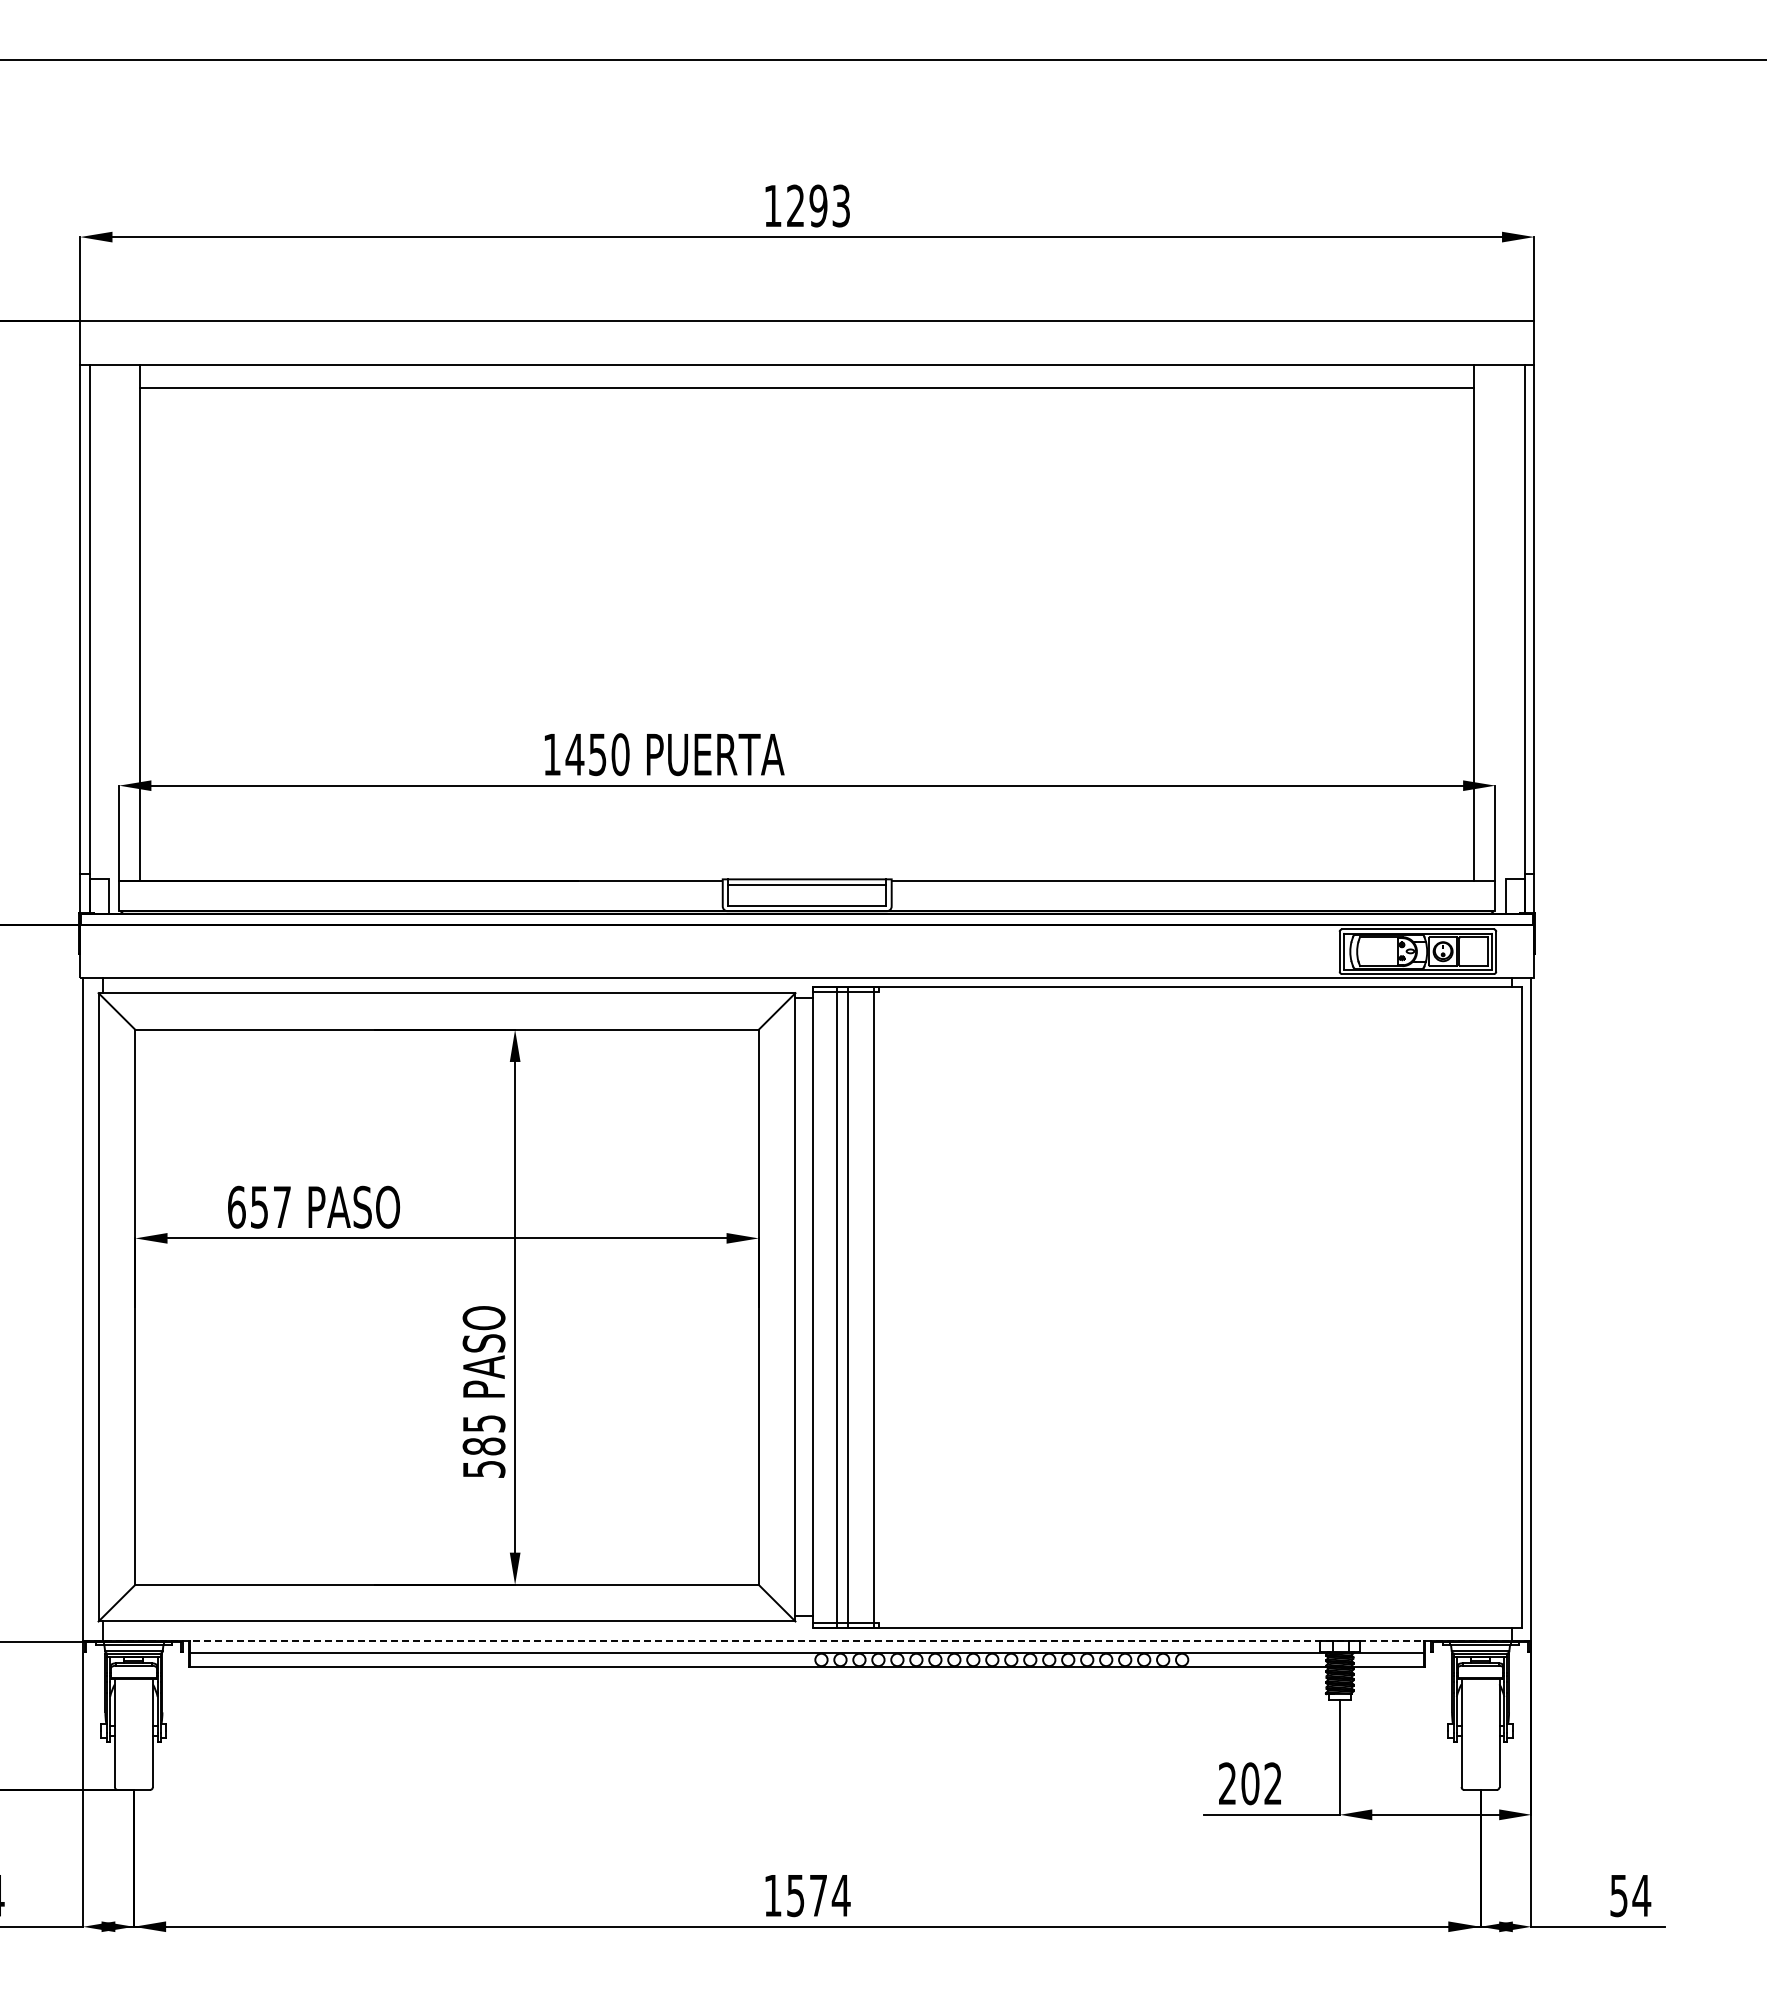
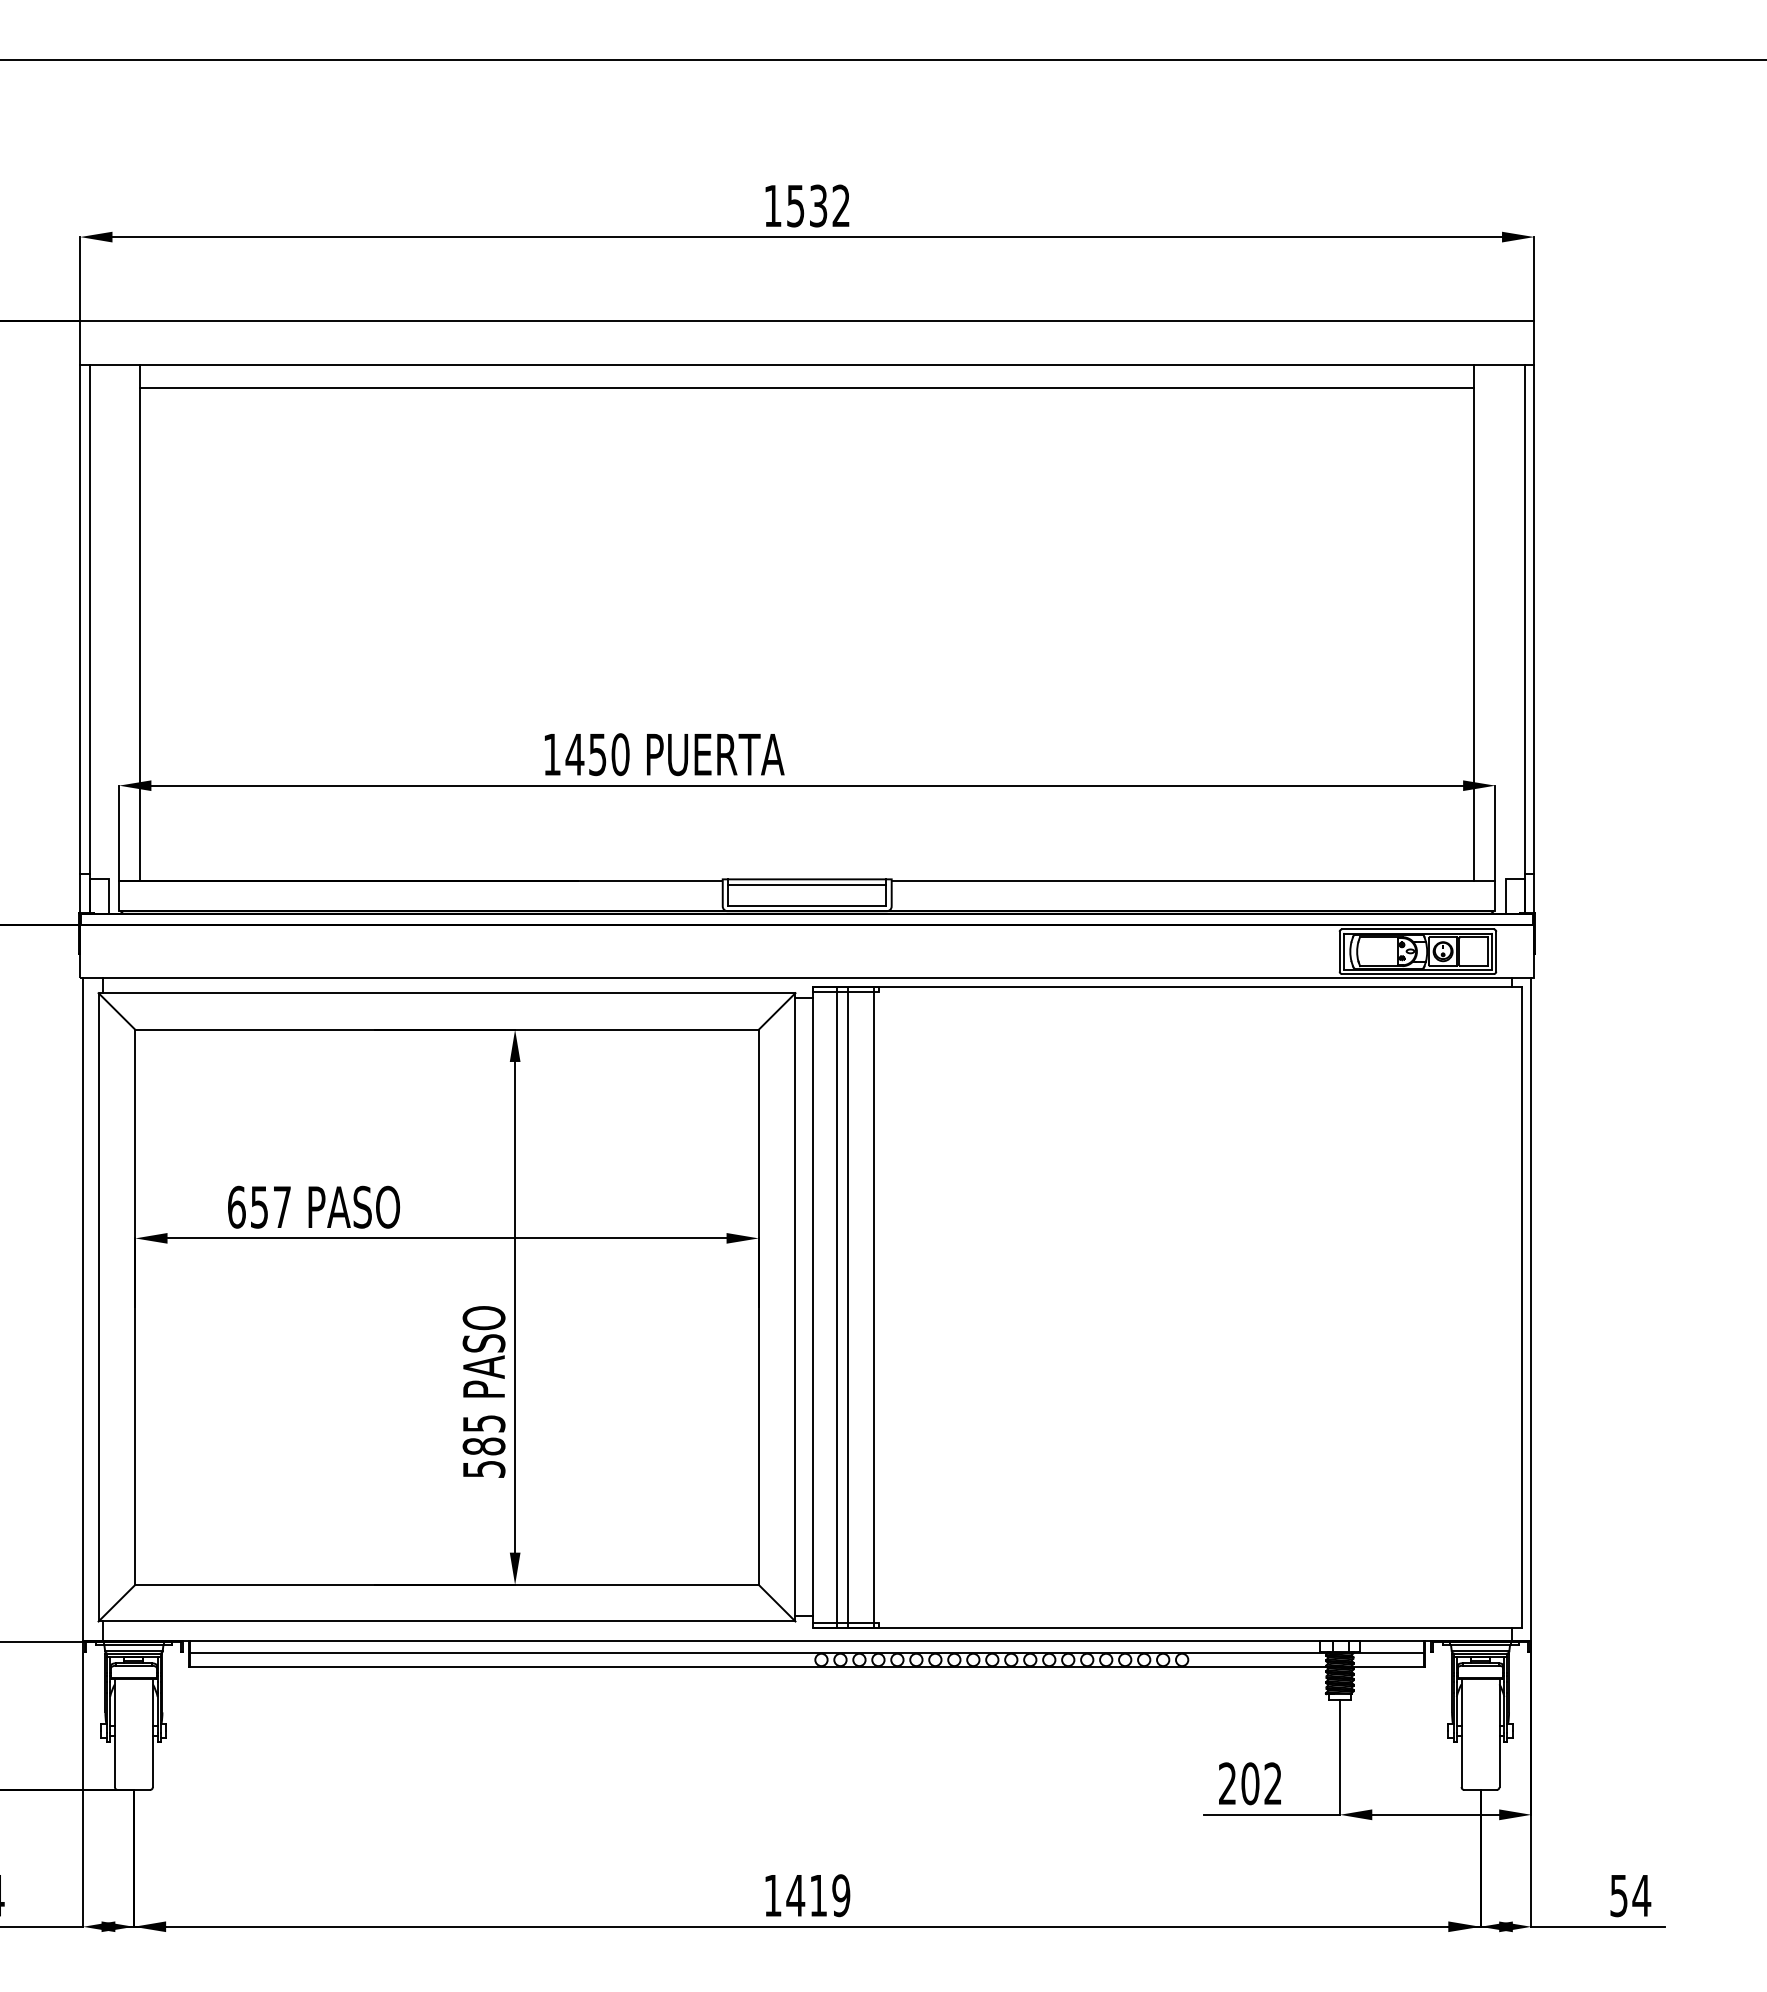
text at (818, 205): 1293 -> 1532
line at (807, 1641): dashed -> solid
text at (818, 1895): 1574 -> 1419
